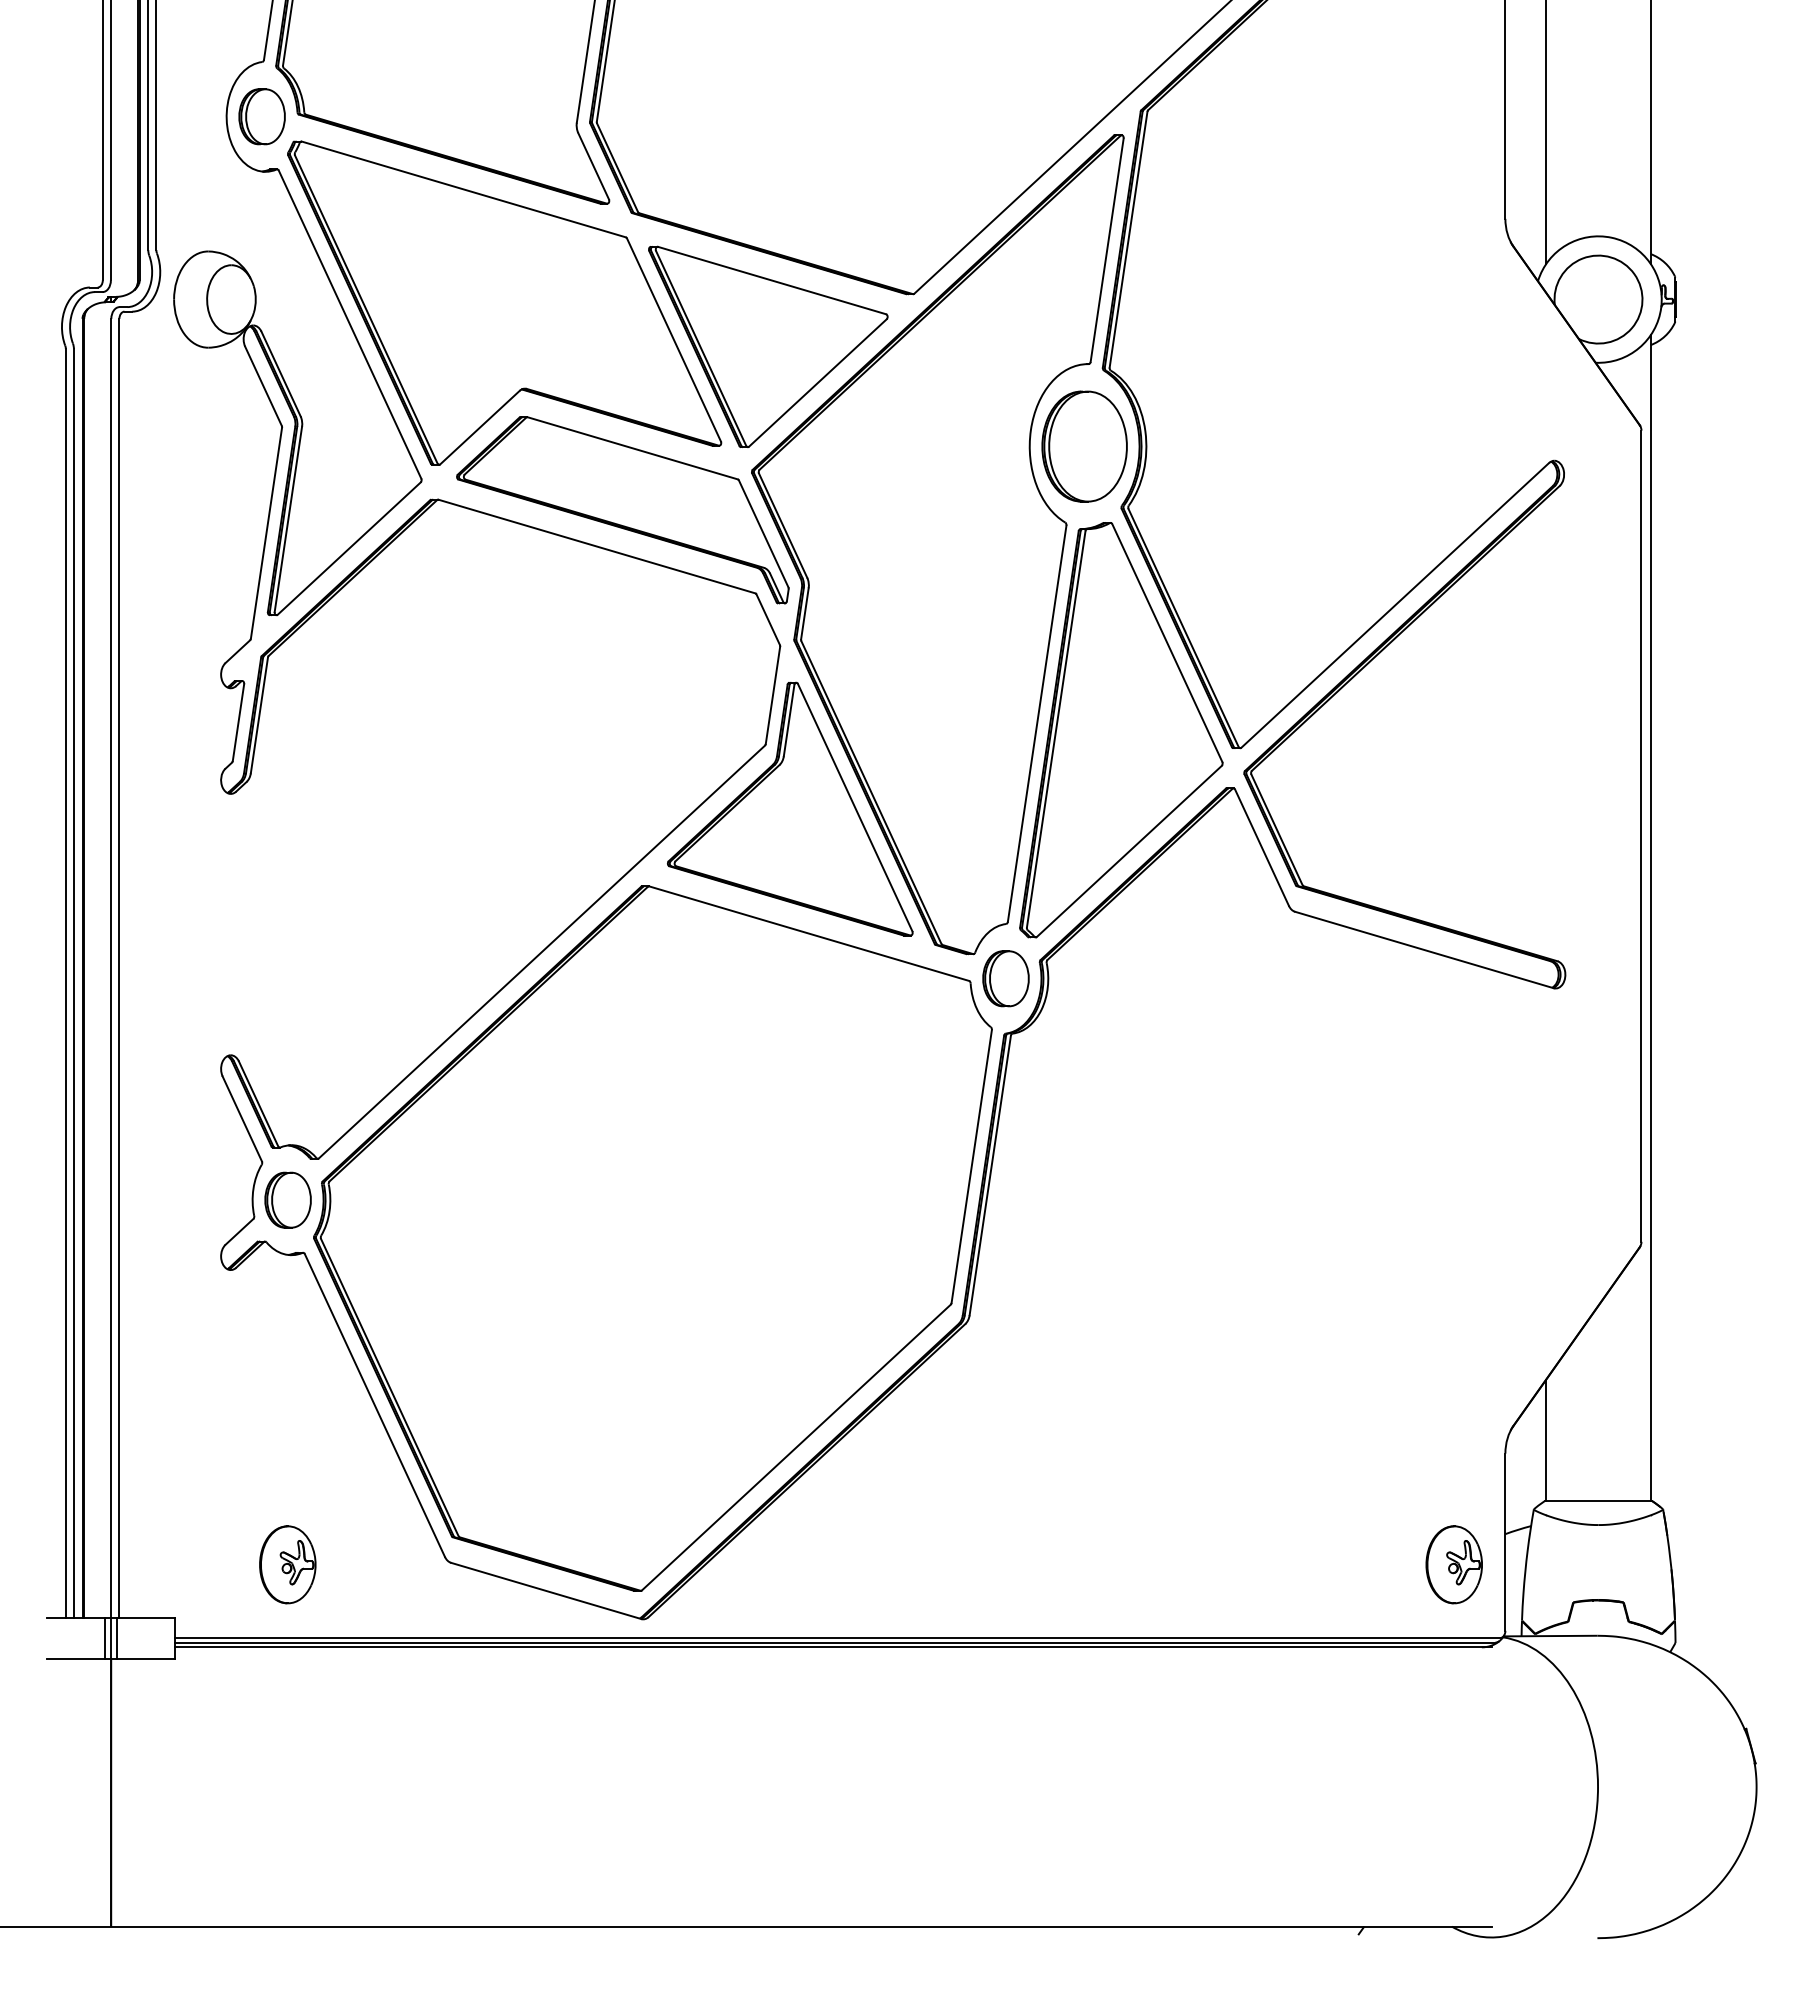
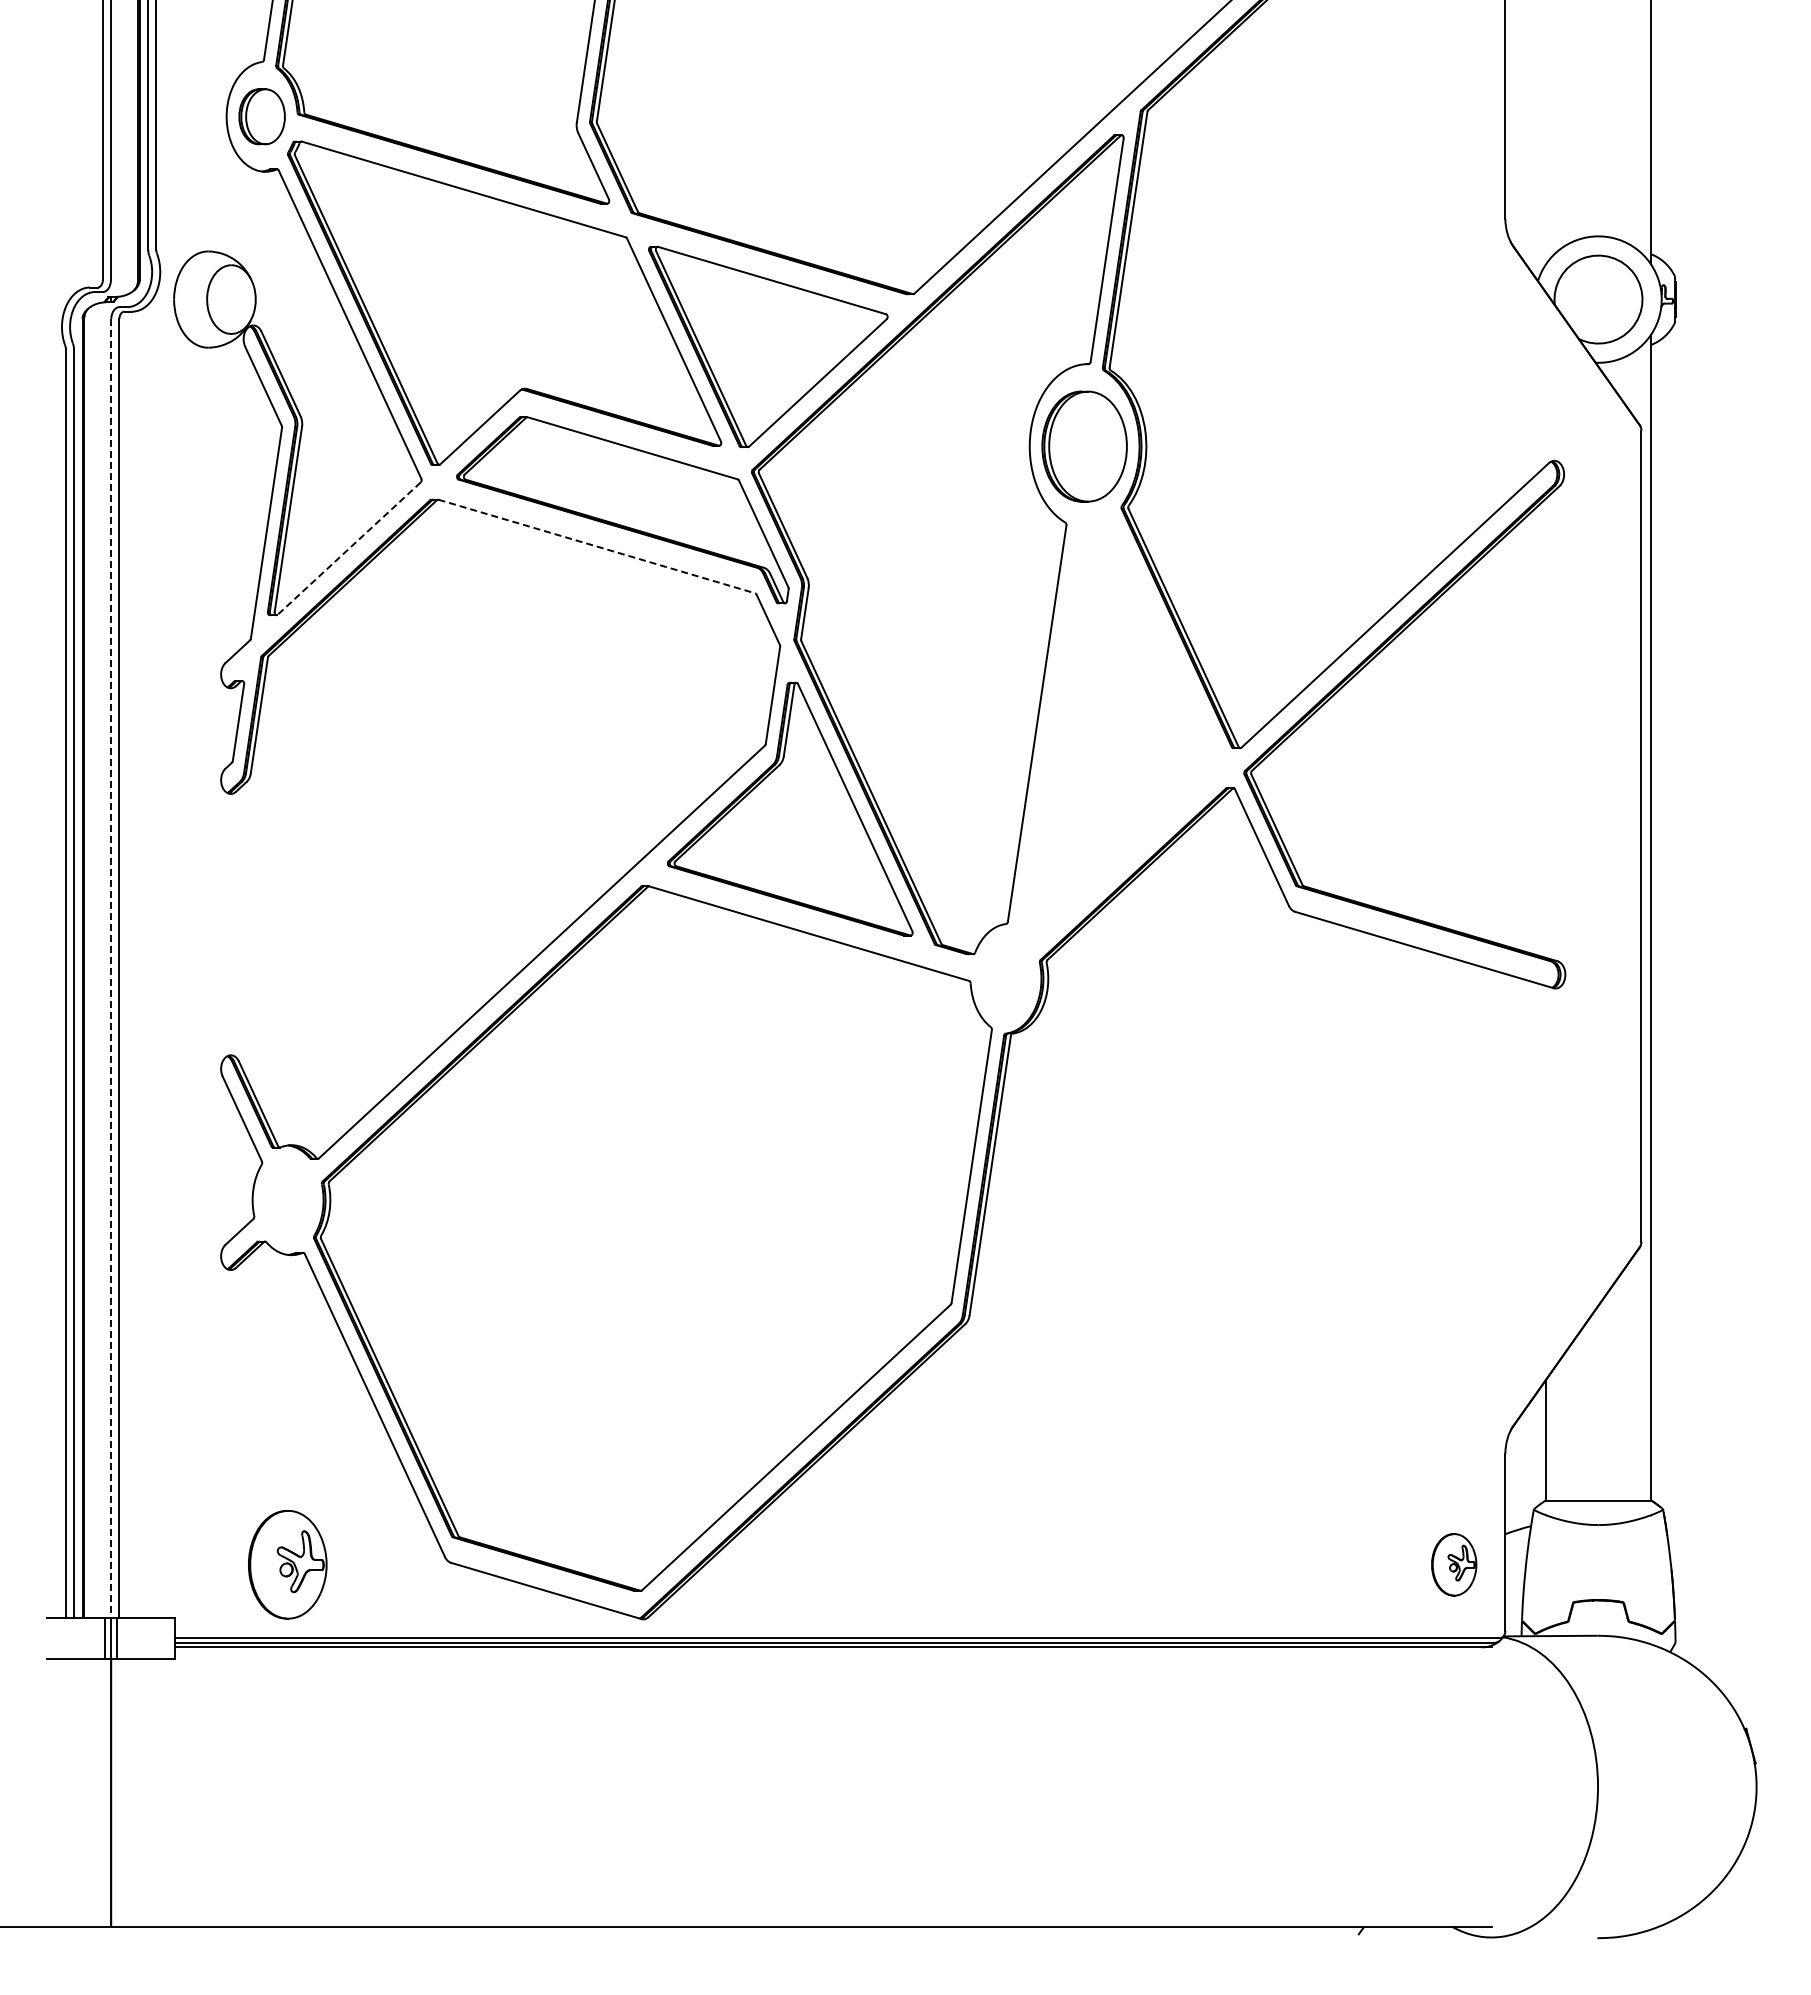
line at (1546, 132): present -> none
line at (597, 546): solid -> dashed
line at (348, 548): solid -> dashed
part at (1121, 730): present -> none
line at (111, 968): solid -> dashed
part at (1005, 978): present -> none
part at (287, 1199): present -> none
part at (287, 1564) size: 58x80 px -> 80x110 px
part at (1453, 1564) size: 58x80 px -> 47x64 px
